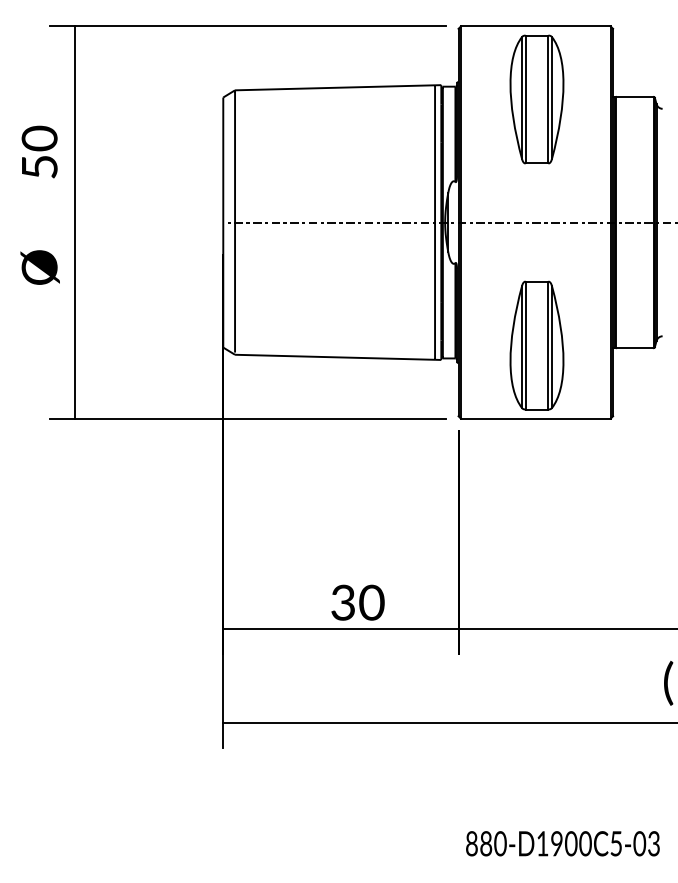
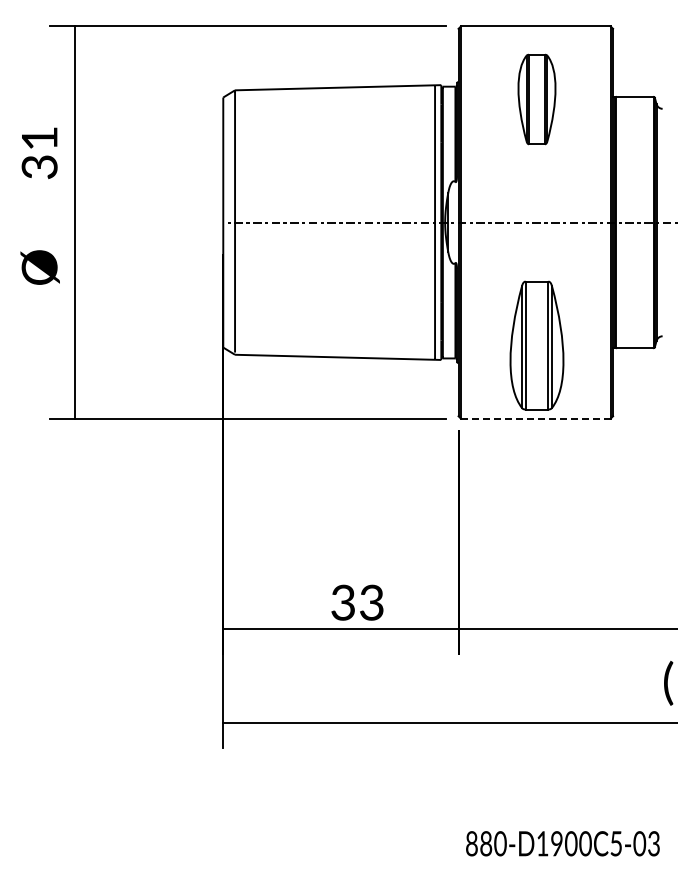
part at (536, 99) size: 56x131 px -> 40x93 px
text at (39, 152): 50 -> 31
line at (535, 418): solid -> dashed
text at (371, 602): 30 -> 33
